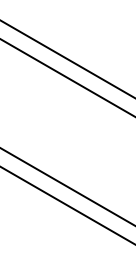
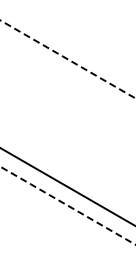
line at (68, 59): solid -> dashed
line at (67, 77): present -> none
line at (67, 205): solid -> dashed
